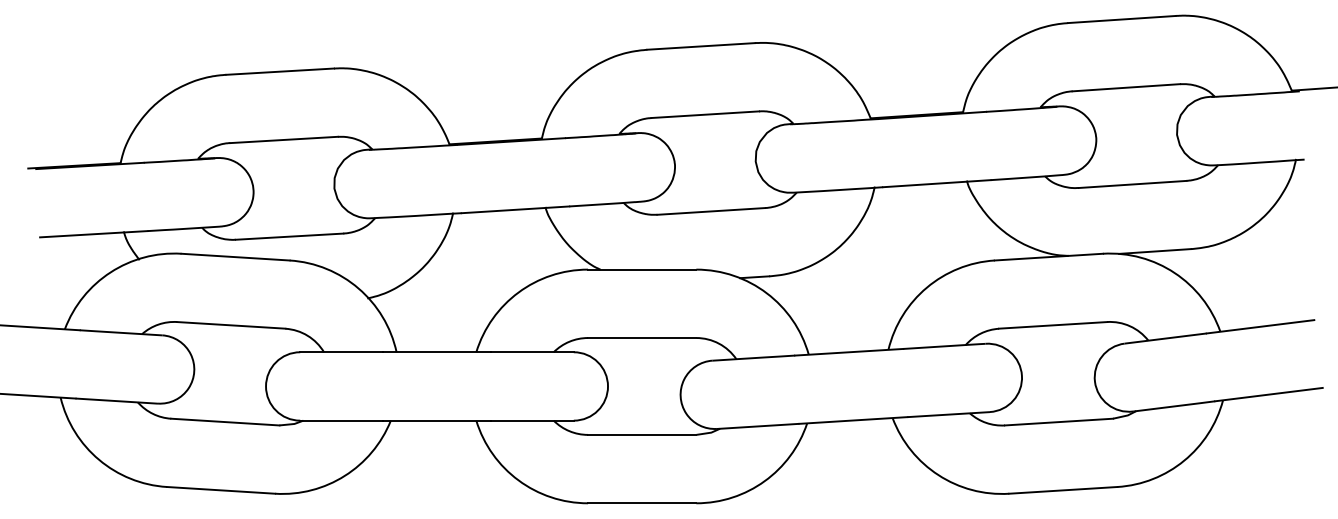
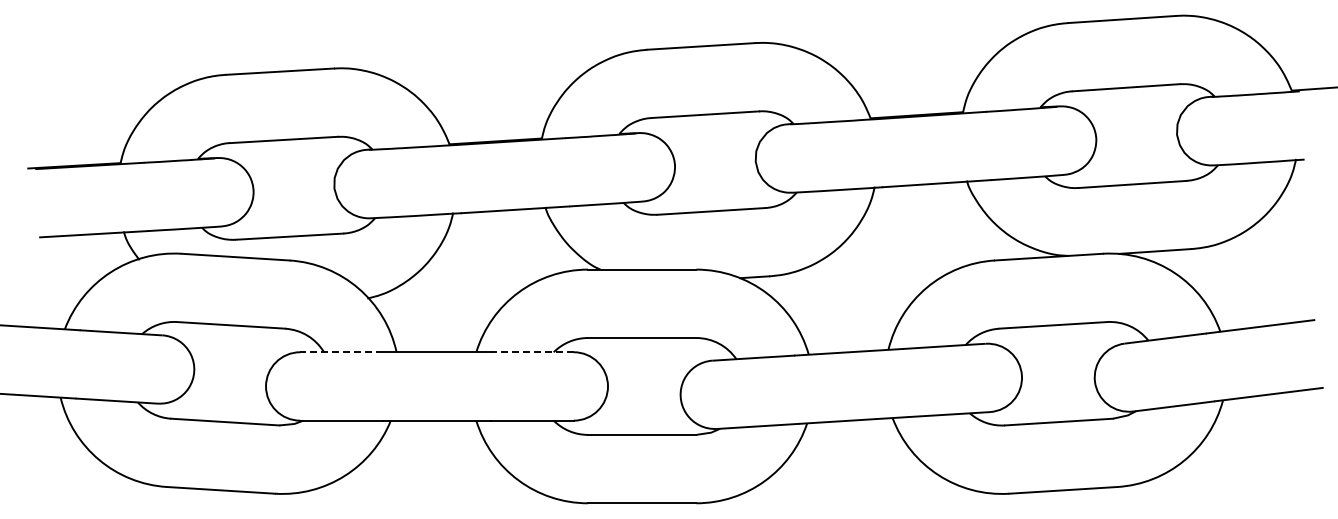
line at (341, 352): solid -> dashed
line at (531, 352): solid -> dashed
